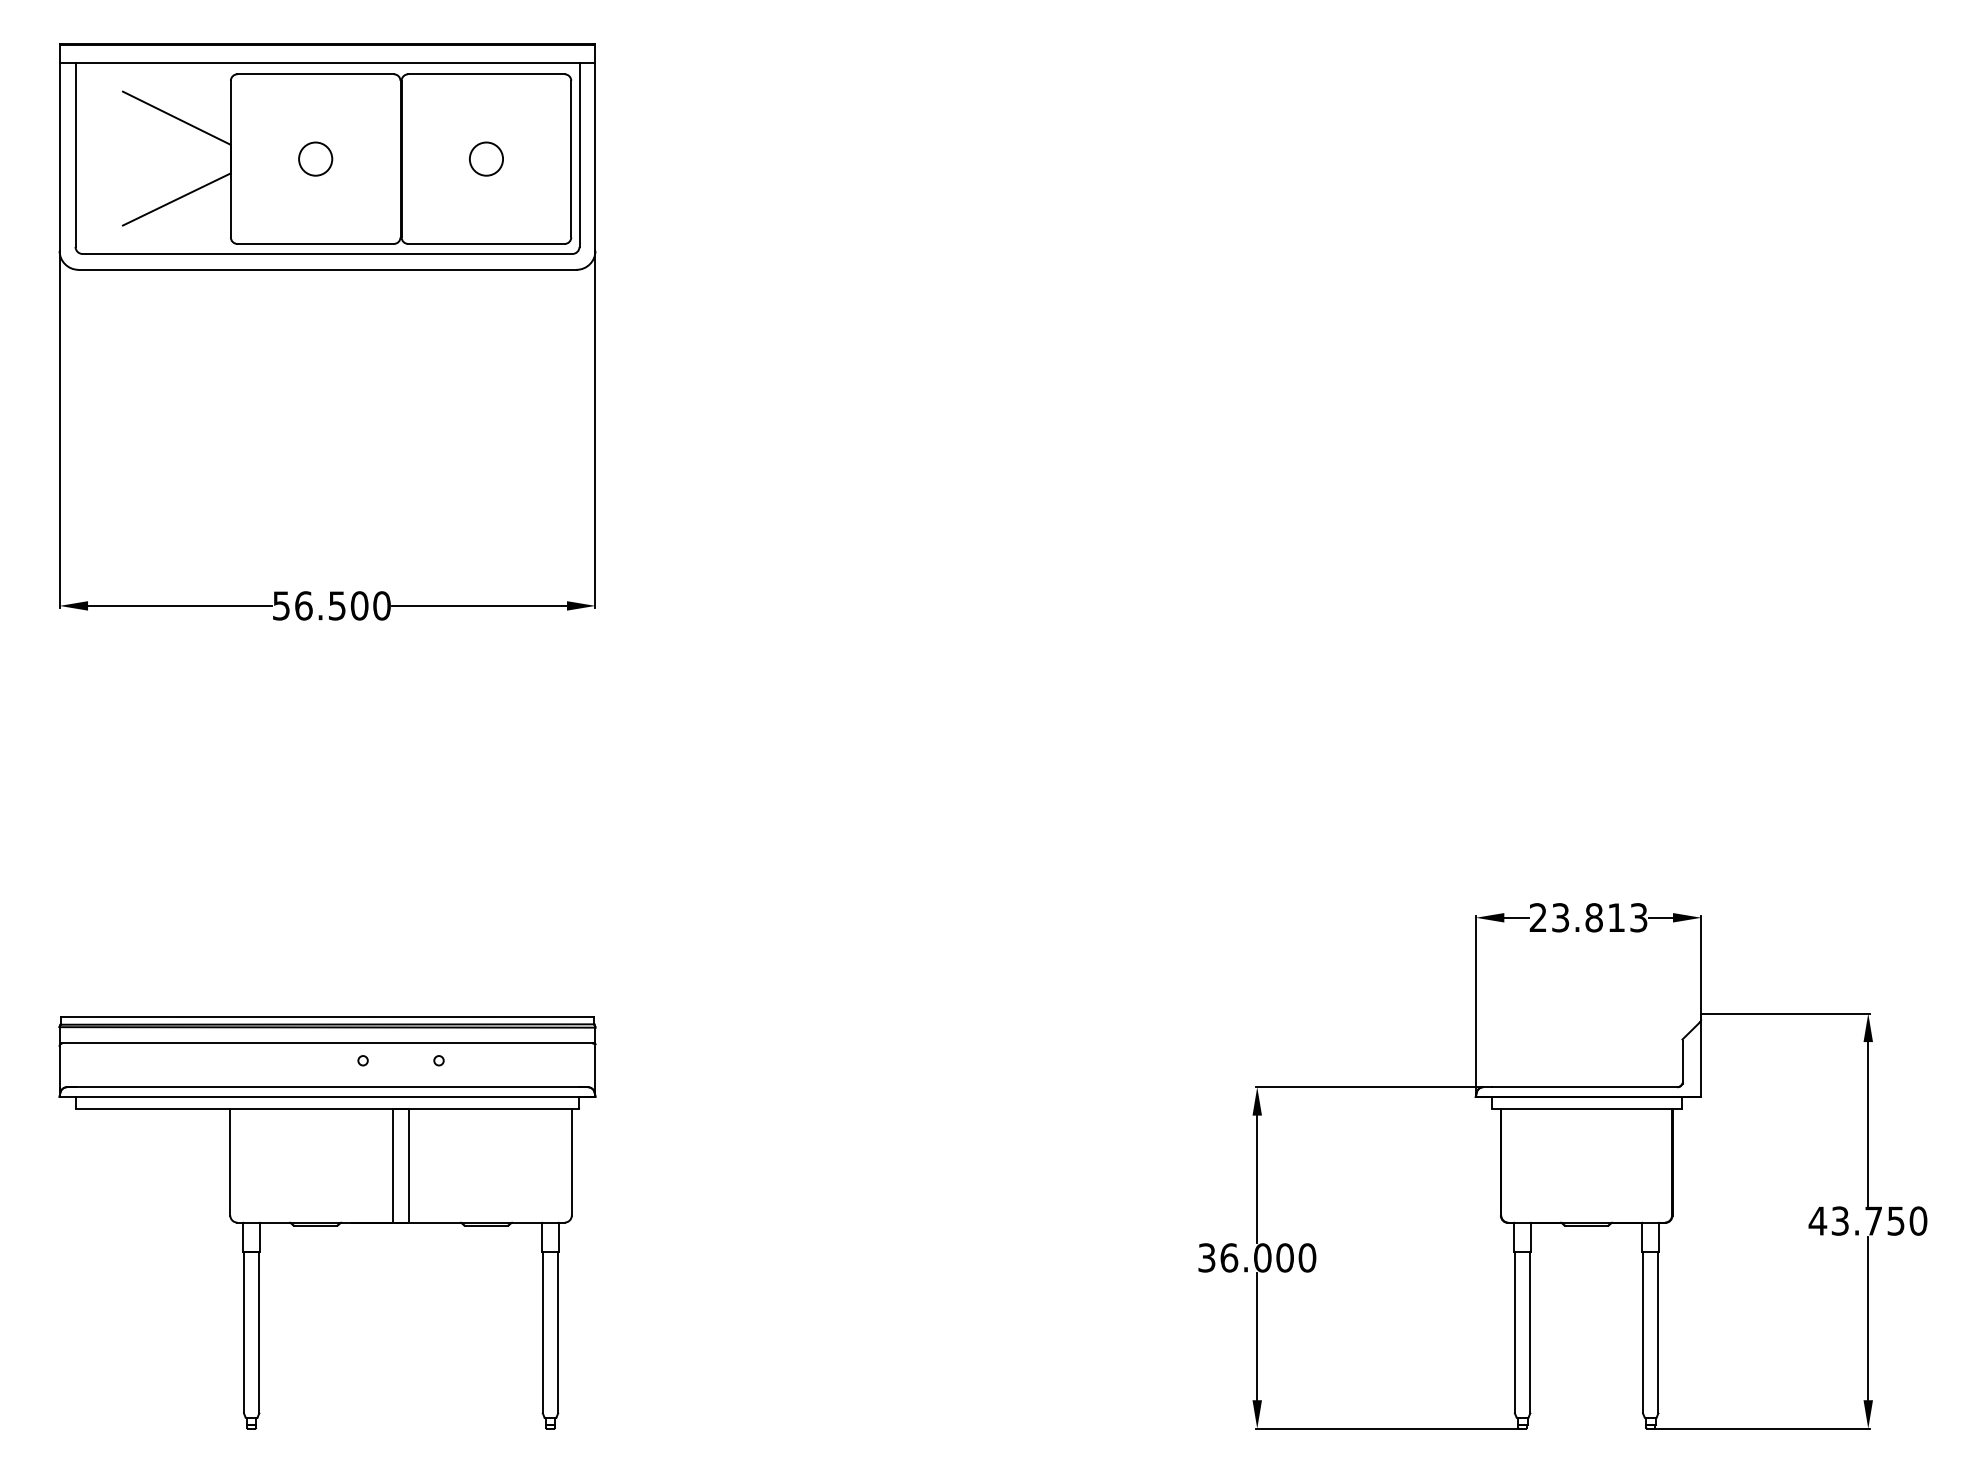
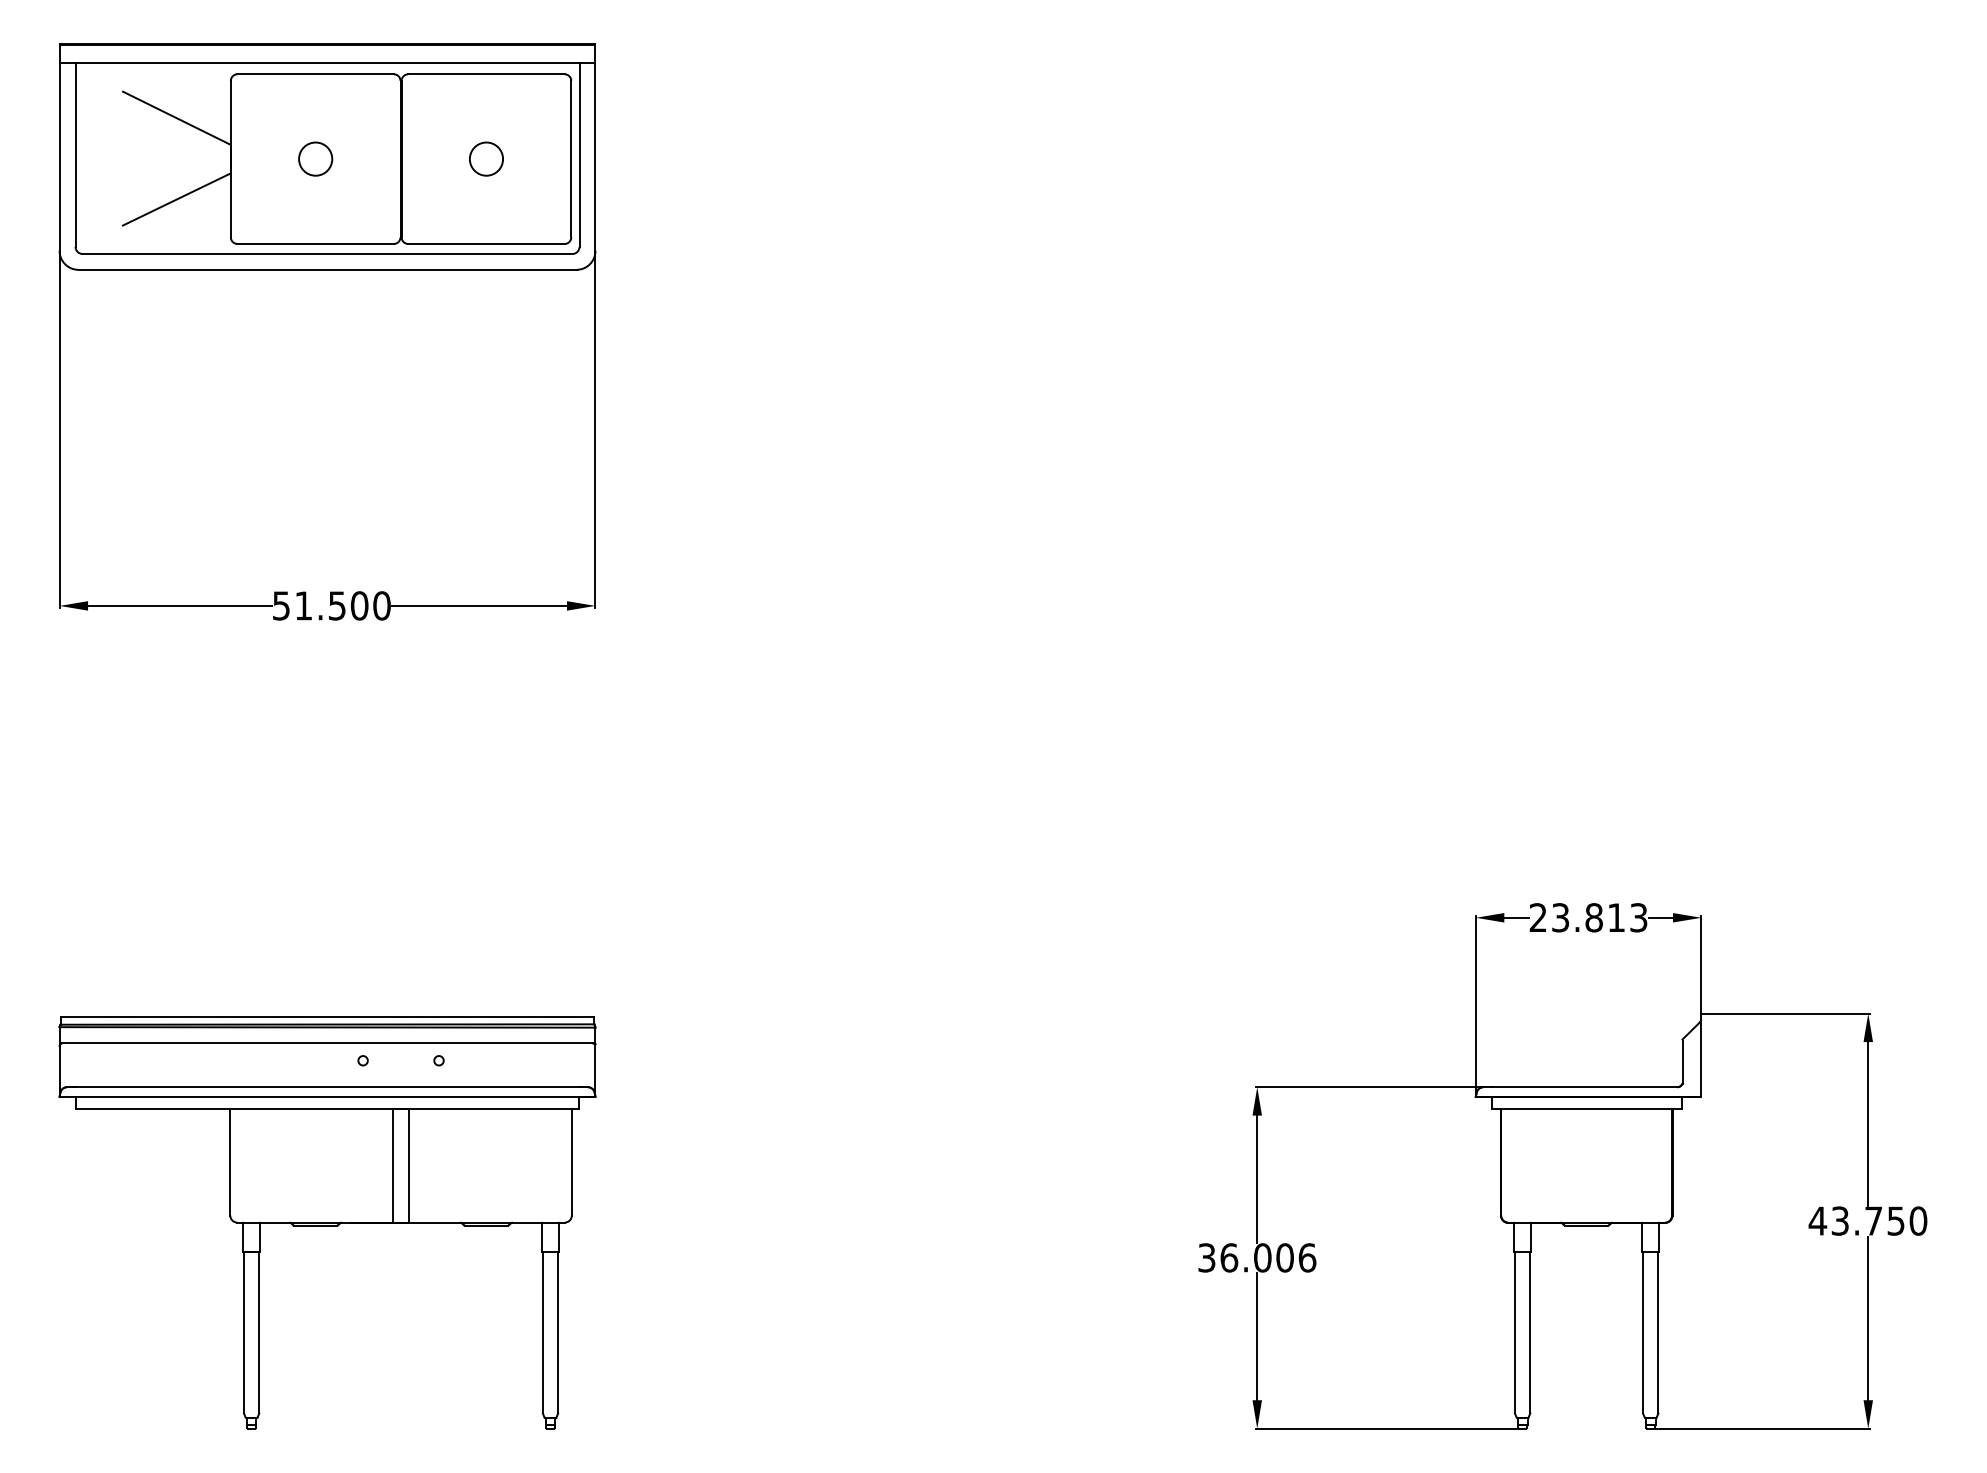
text at (303, 605): 56.500 -> 51.500
text at (1307, 1257): 36.000 -> 36.006
